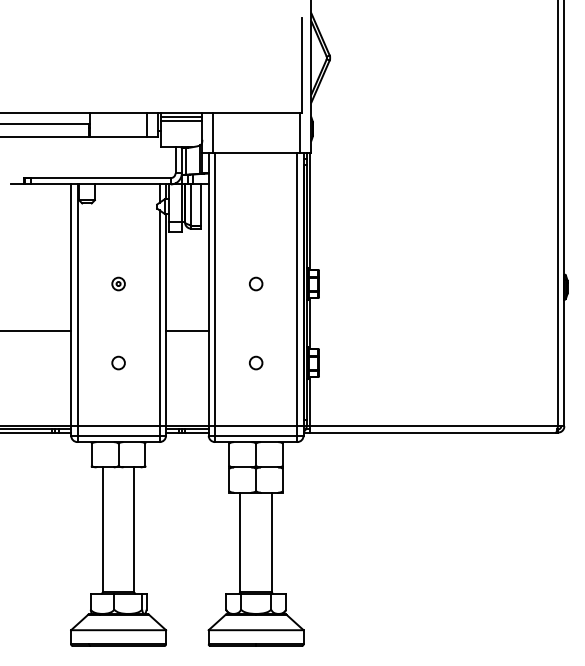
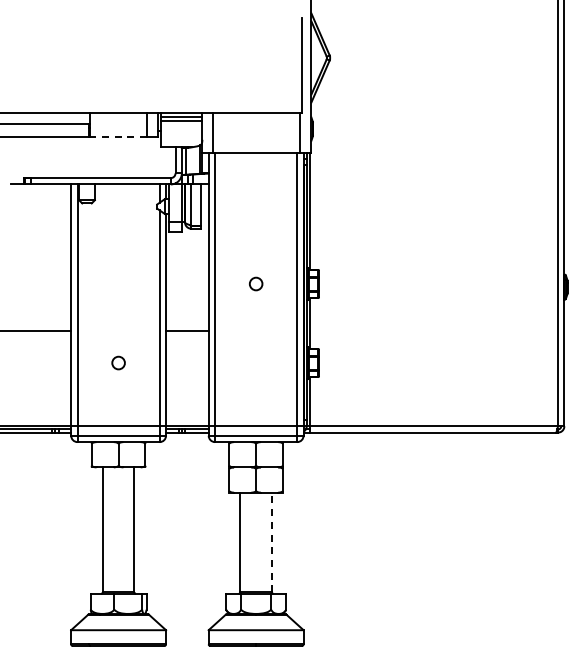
line at (118, 137): solid -> dashed
part at (118, 283): present -> none
circle at (256, 362): present -> none
line at (271, 542): solid -> dashed
